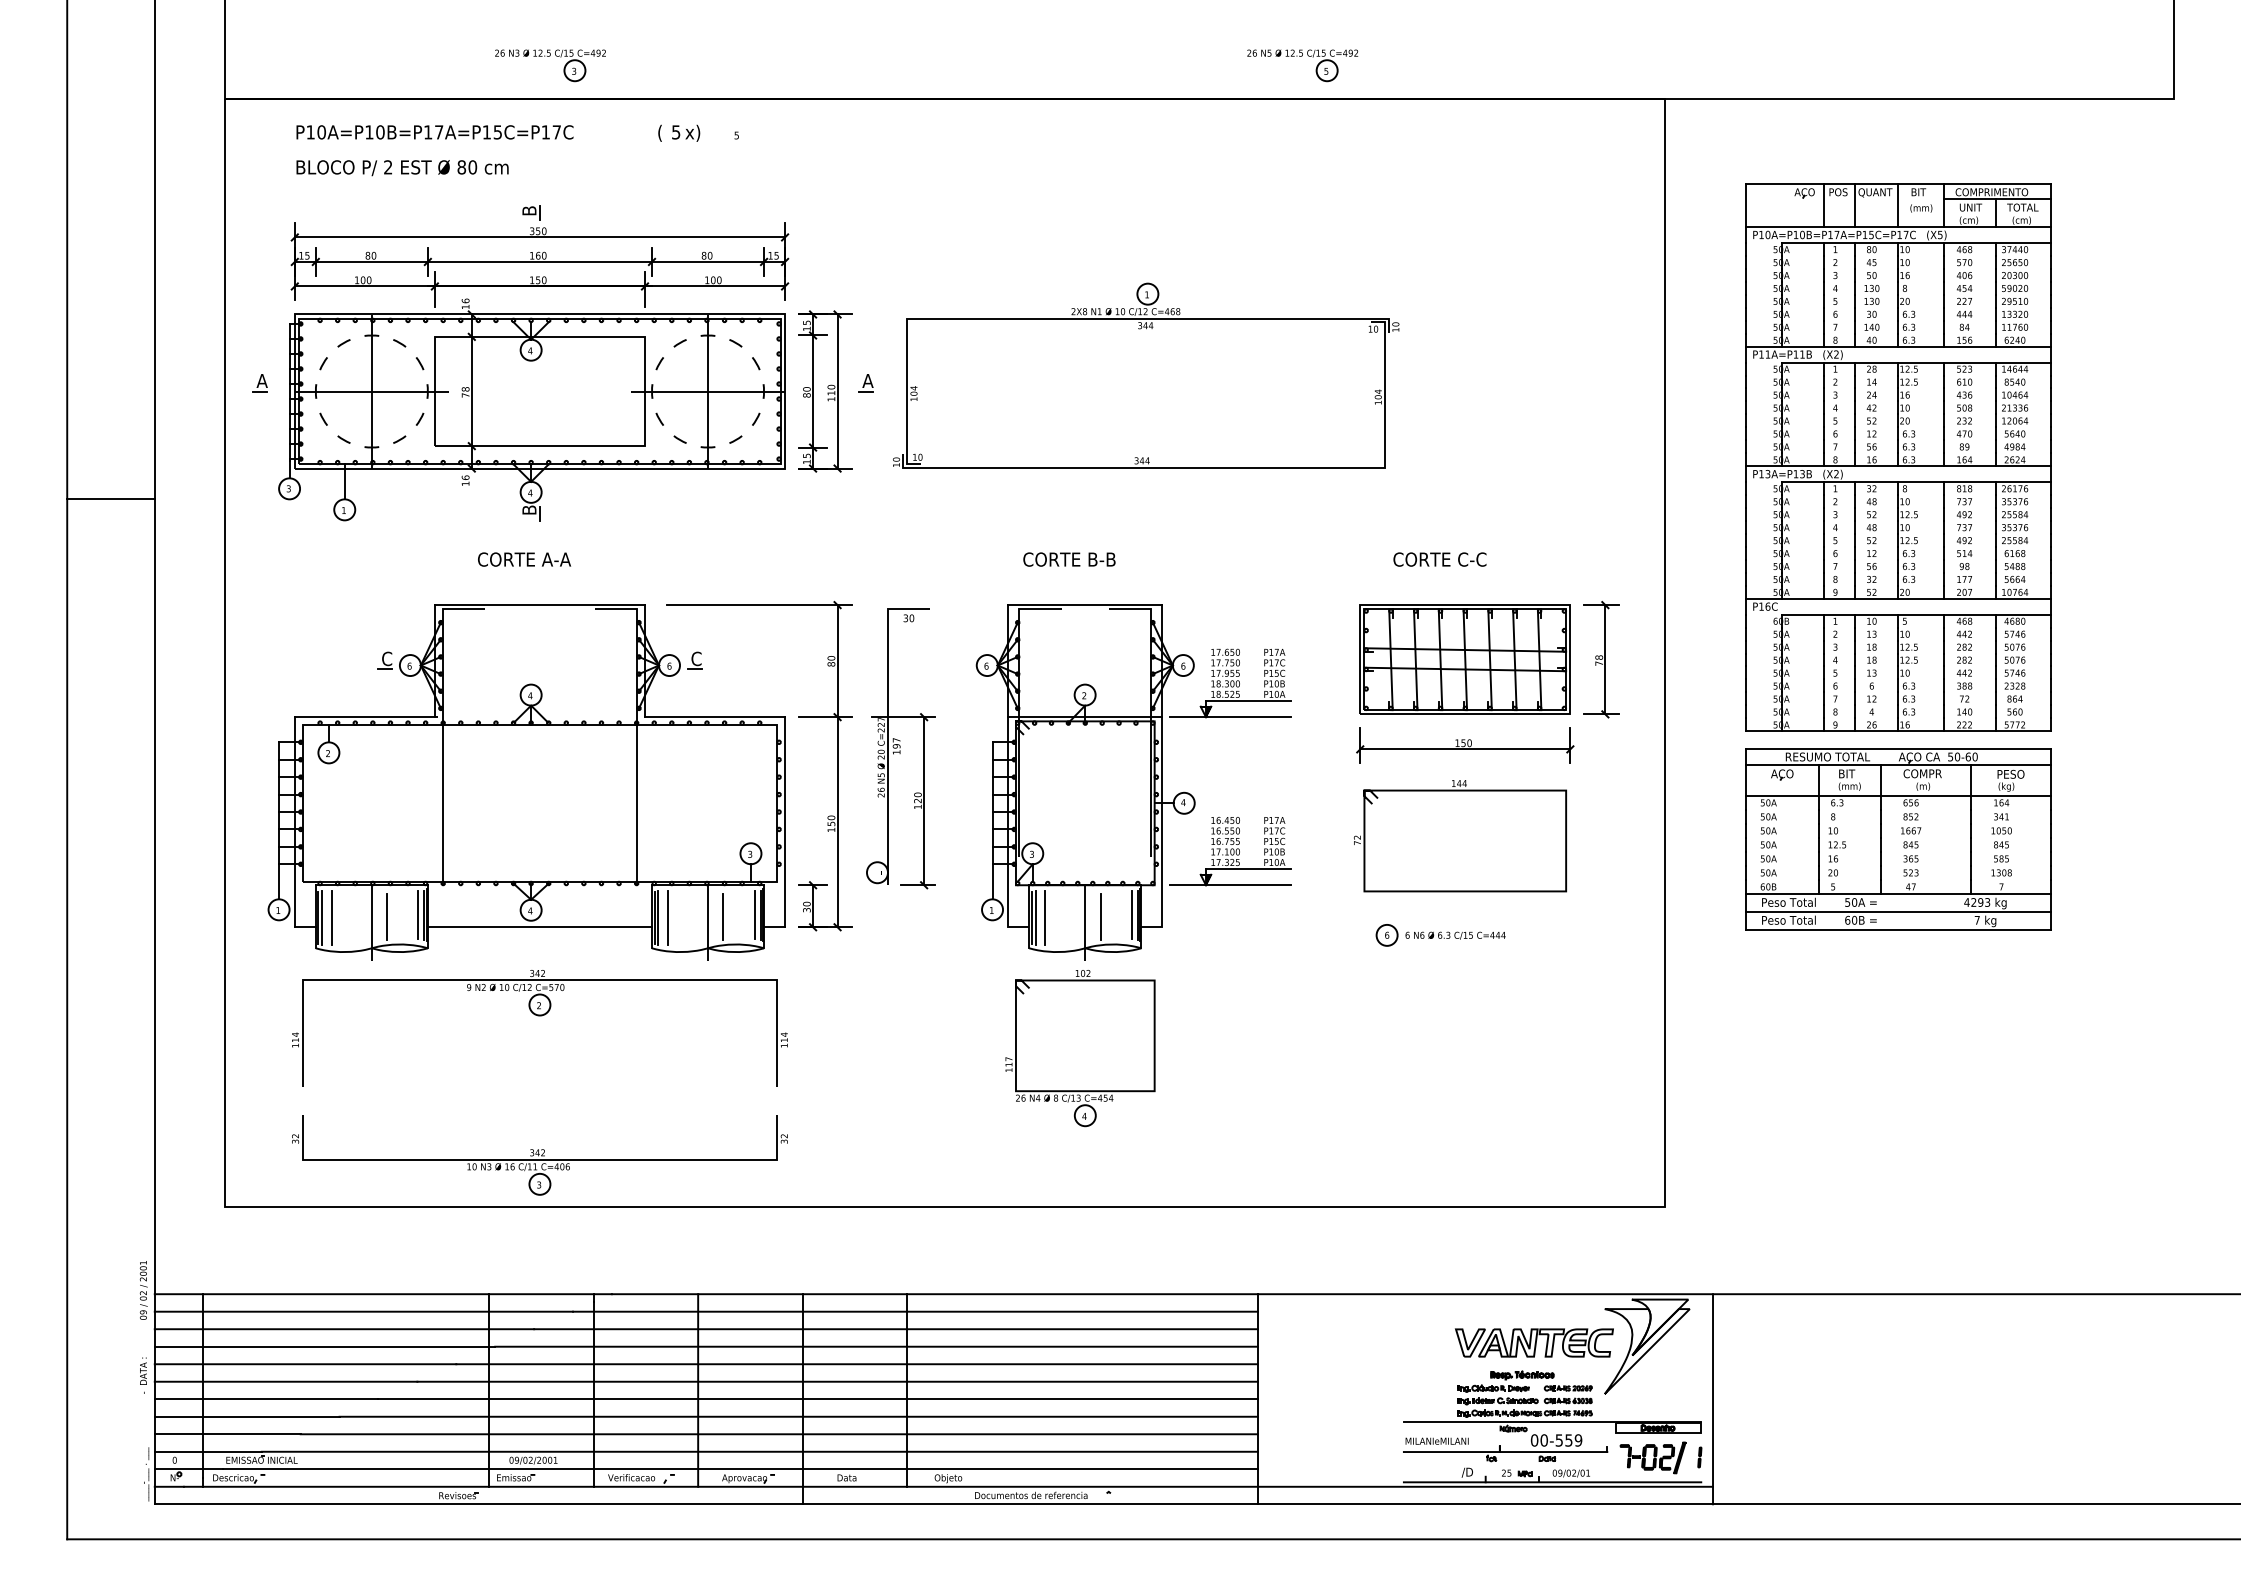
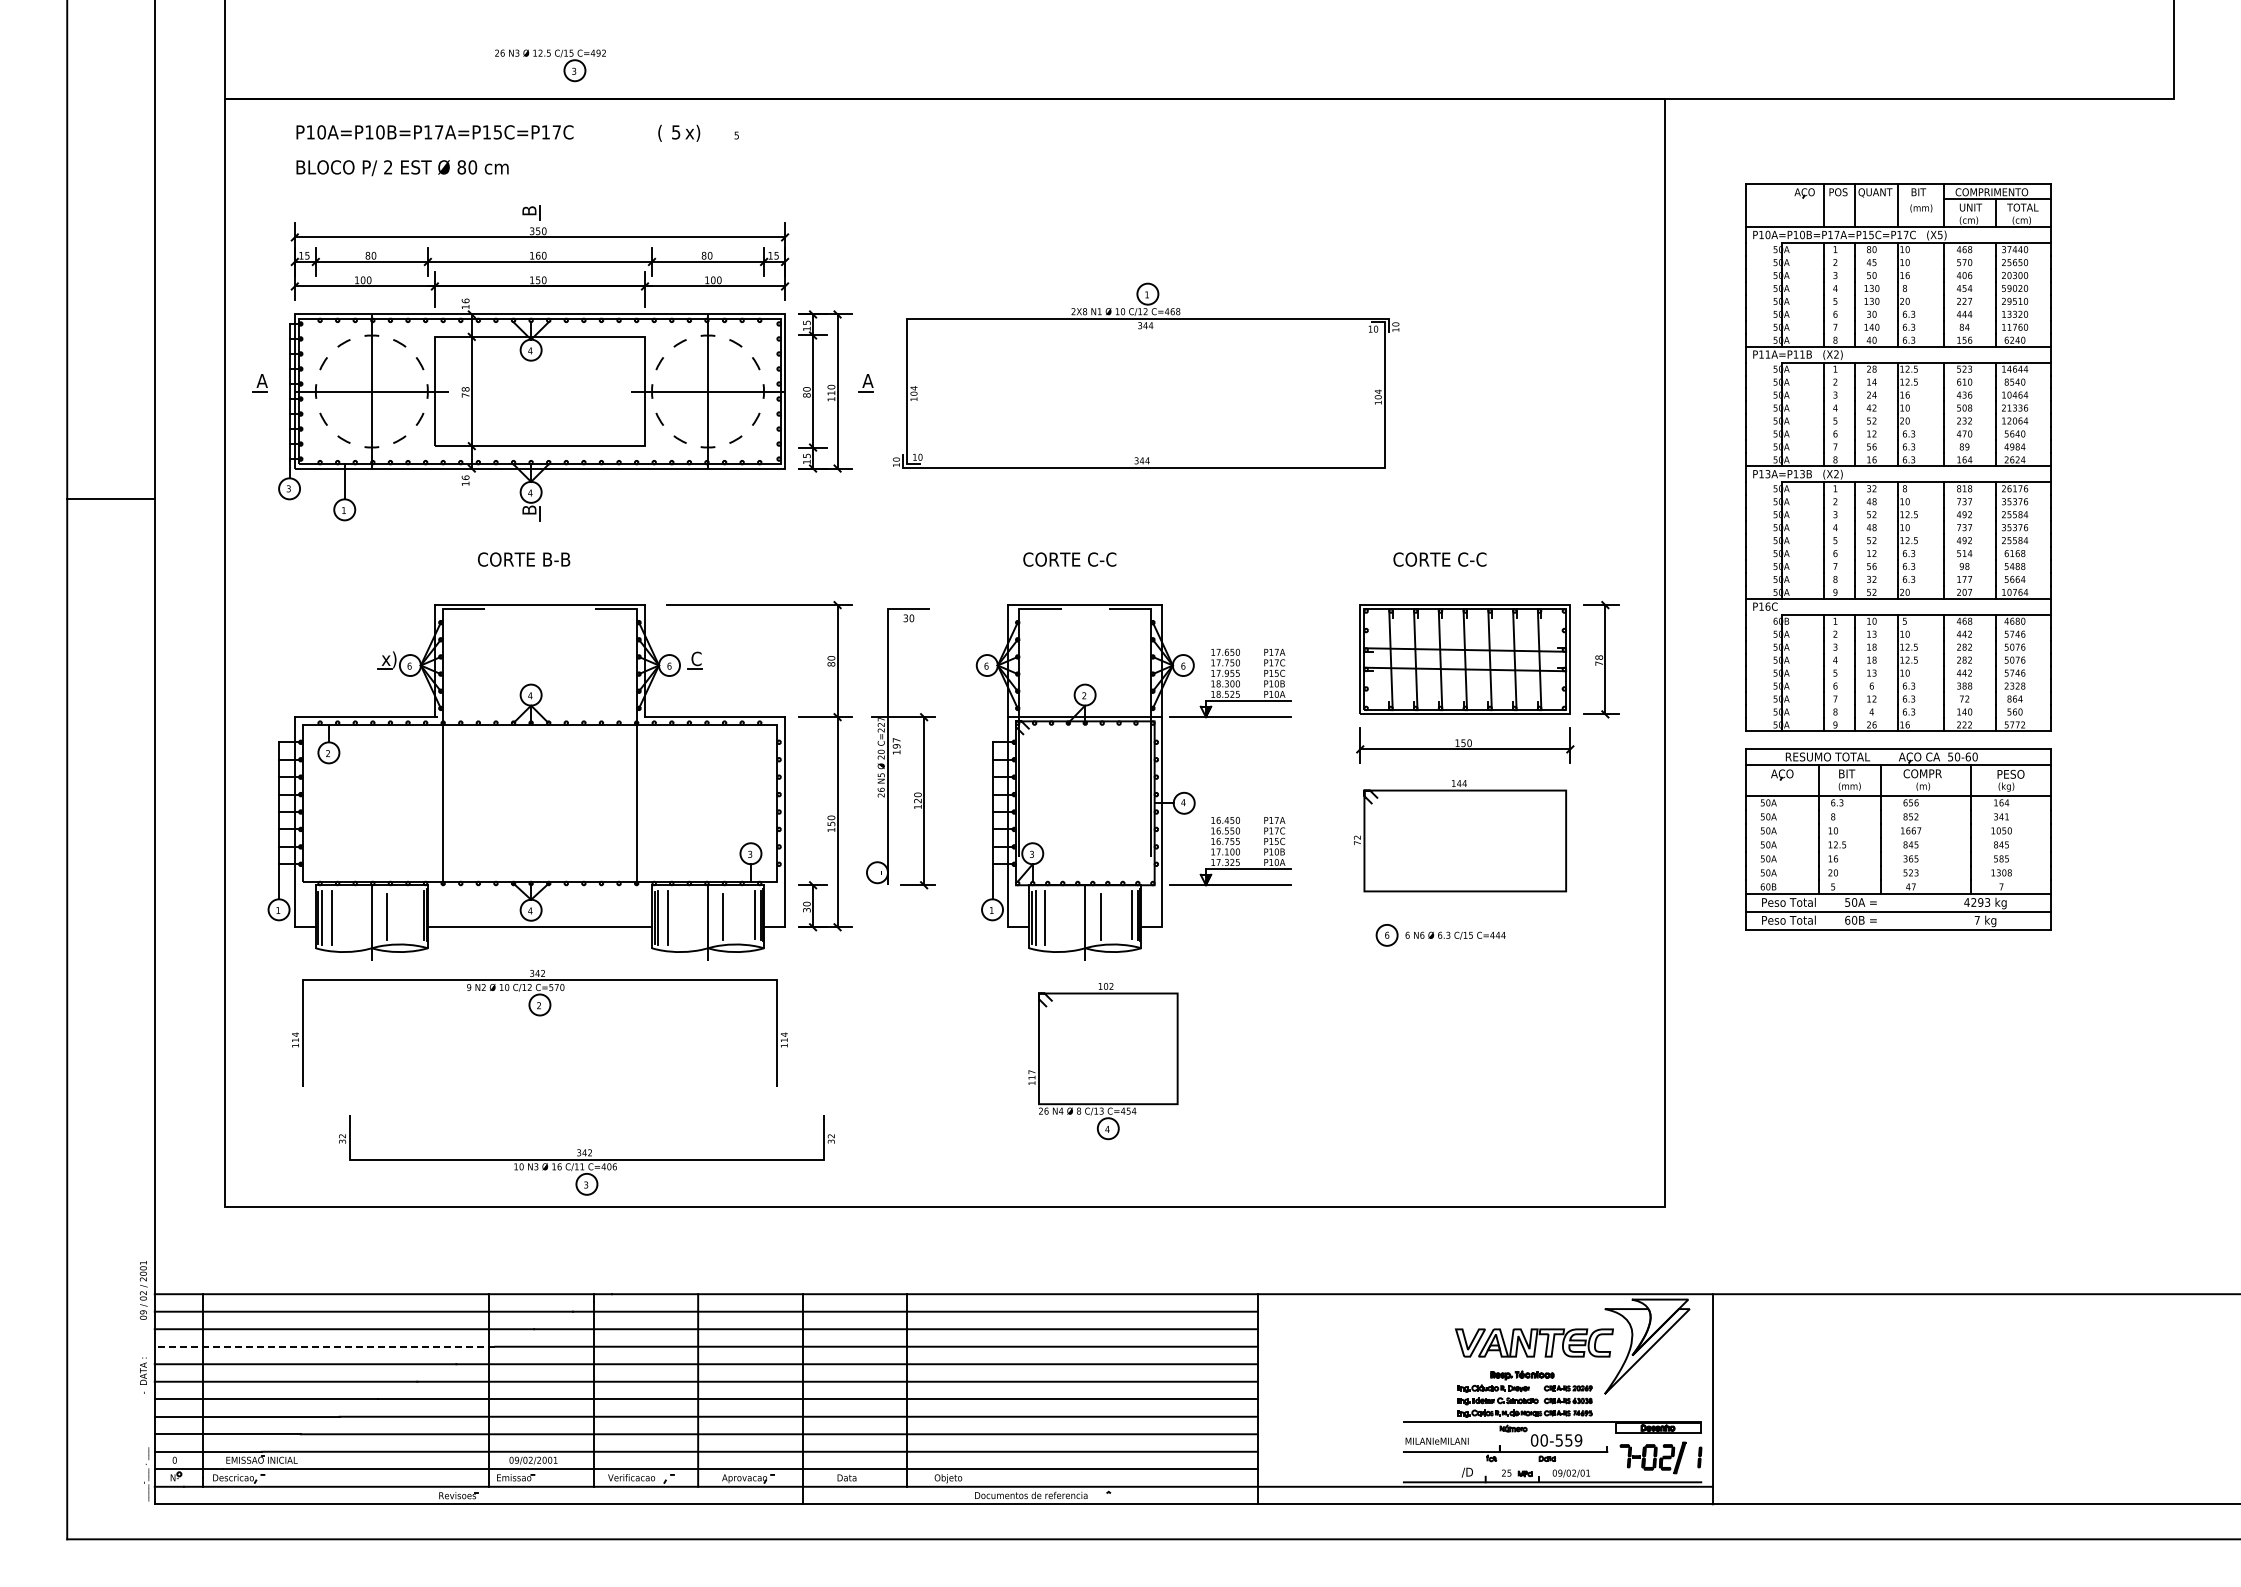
part at (1302, 56): present -> none
text at (556, 559): CORTE A-A -> CORTE B-B
text at (1102, 559): CORTE B-B -> CORTE C-C
text at (388, 659): C -> x)
line at (418, 915): present -> none
part at (1080, 1048) position: (1080, 1048) -> (1103, 1061)
part at (539, 1155) position: (539, 1155) -> (586, 1155)
line at (324, 1346): solid -> dashed
